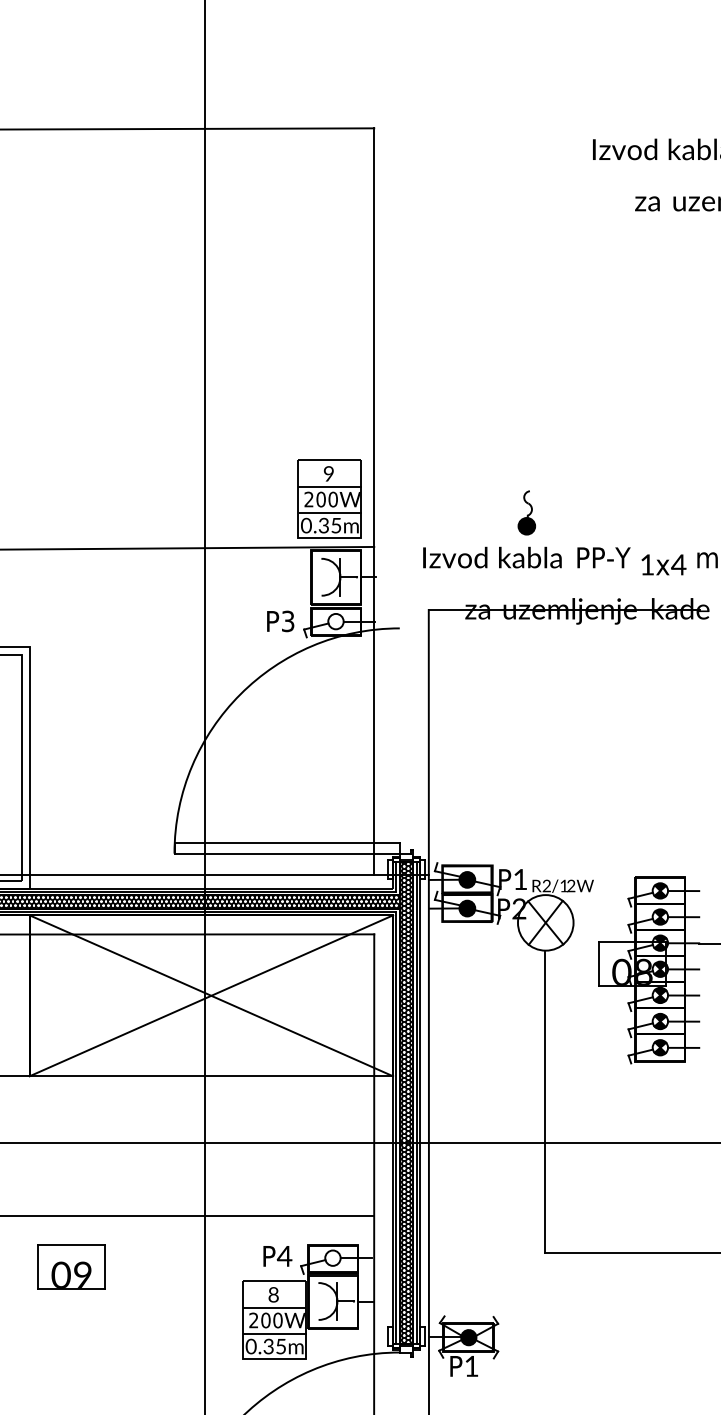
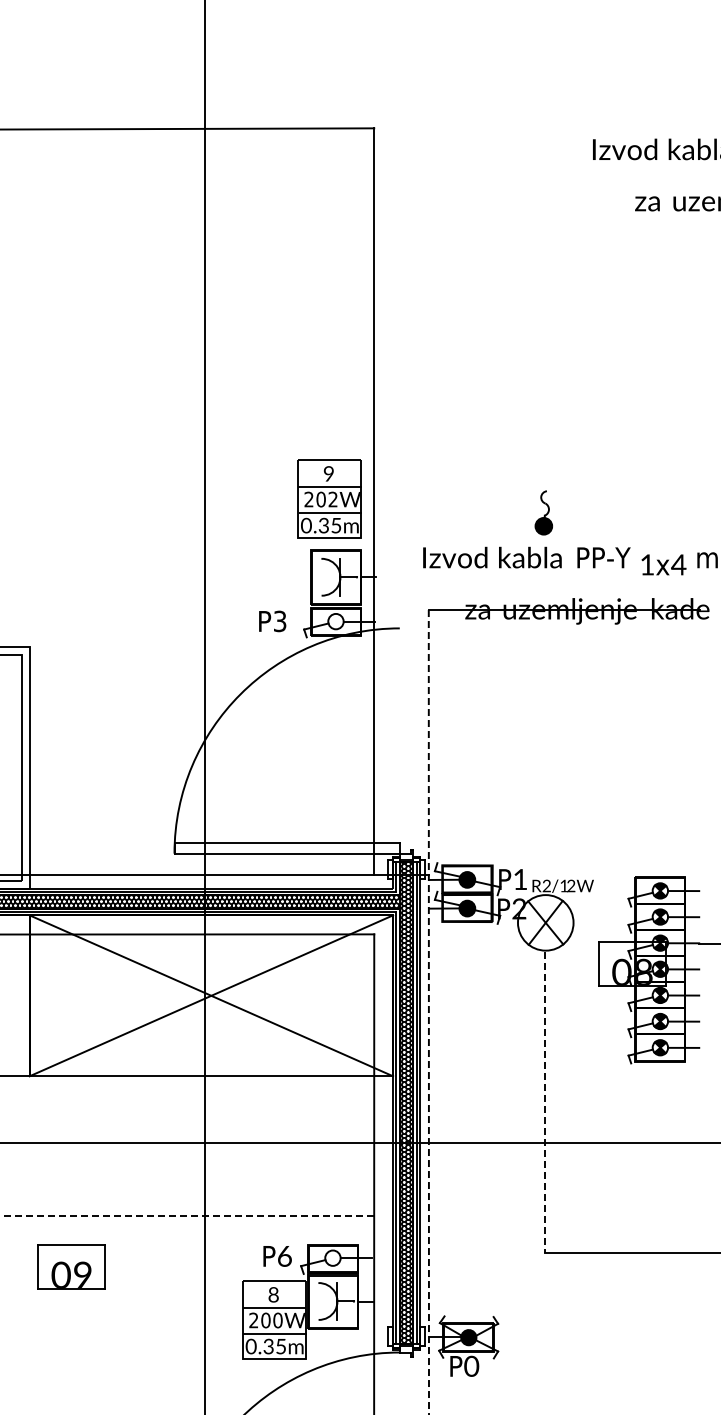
text at (332, 499): 200 -> 202
part at (526, 512) position: (526, 512) -> (543, 512)
line at (188, 547): present -> none
text at (280, 621) position: (280, 621) -> (272, 621)
line at (428, 1012): solid -> dashed
line at (544, 1102): solid -> dashed
line at (187, 1215): solid -> dashed
text at (284, 1256): 4 -> 6
text at (471, 1365): 1 -> 0
